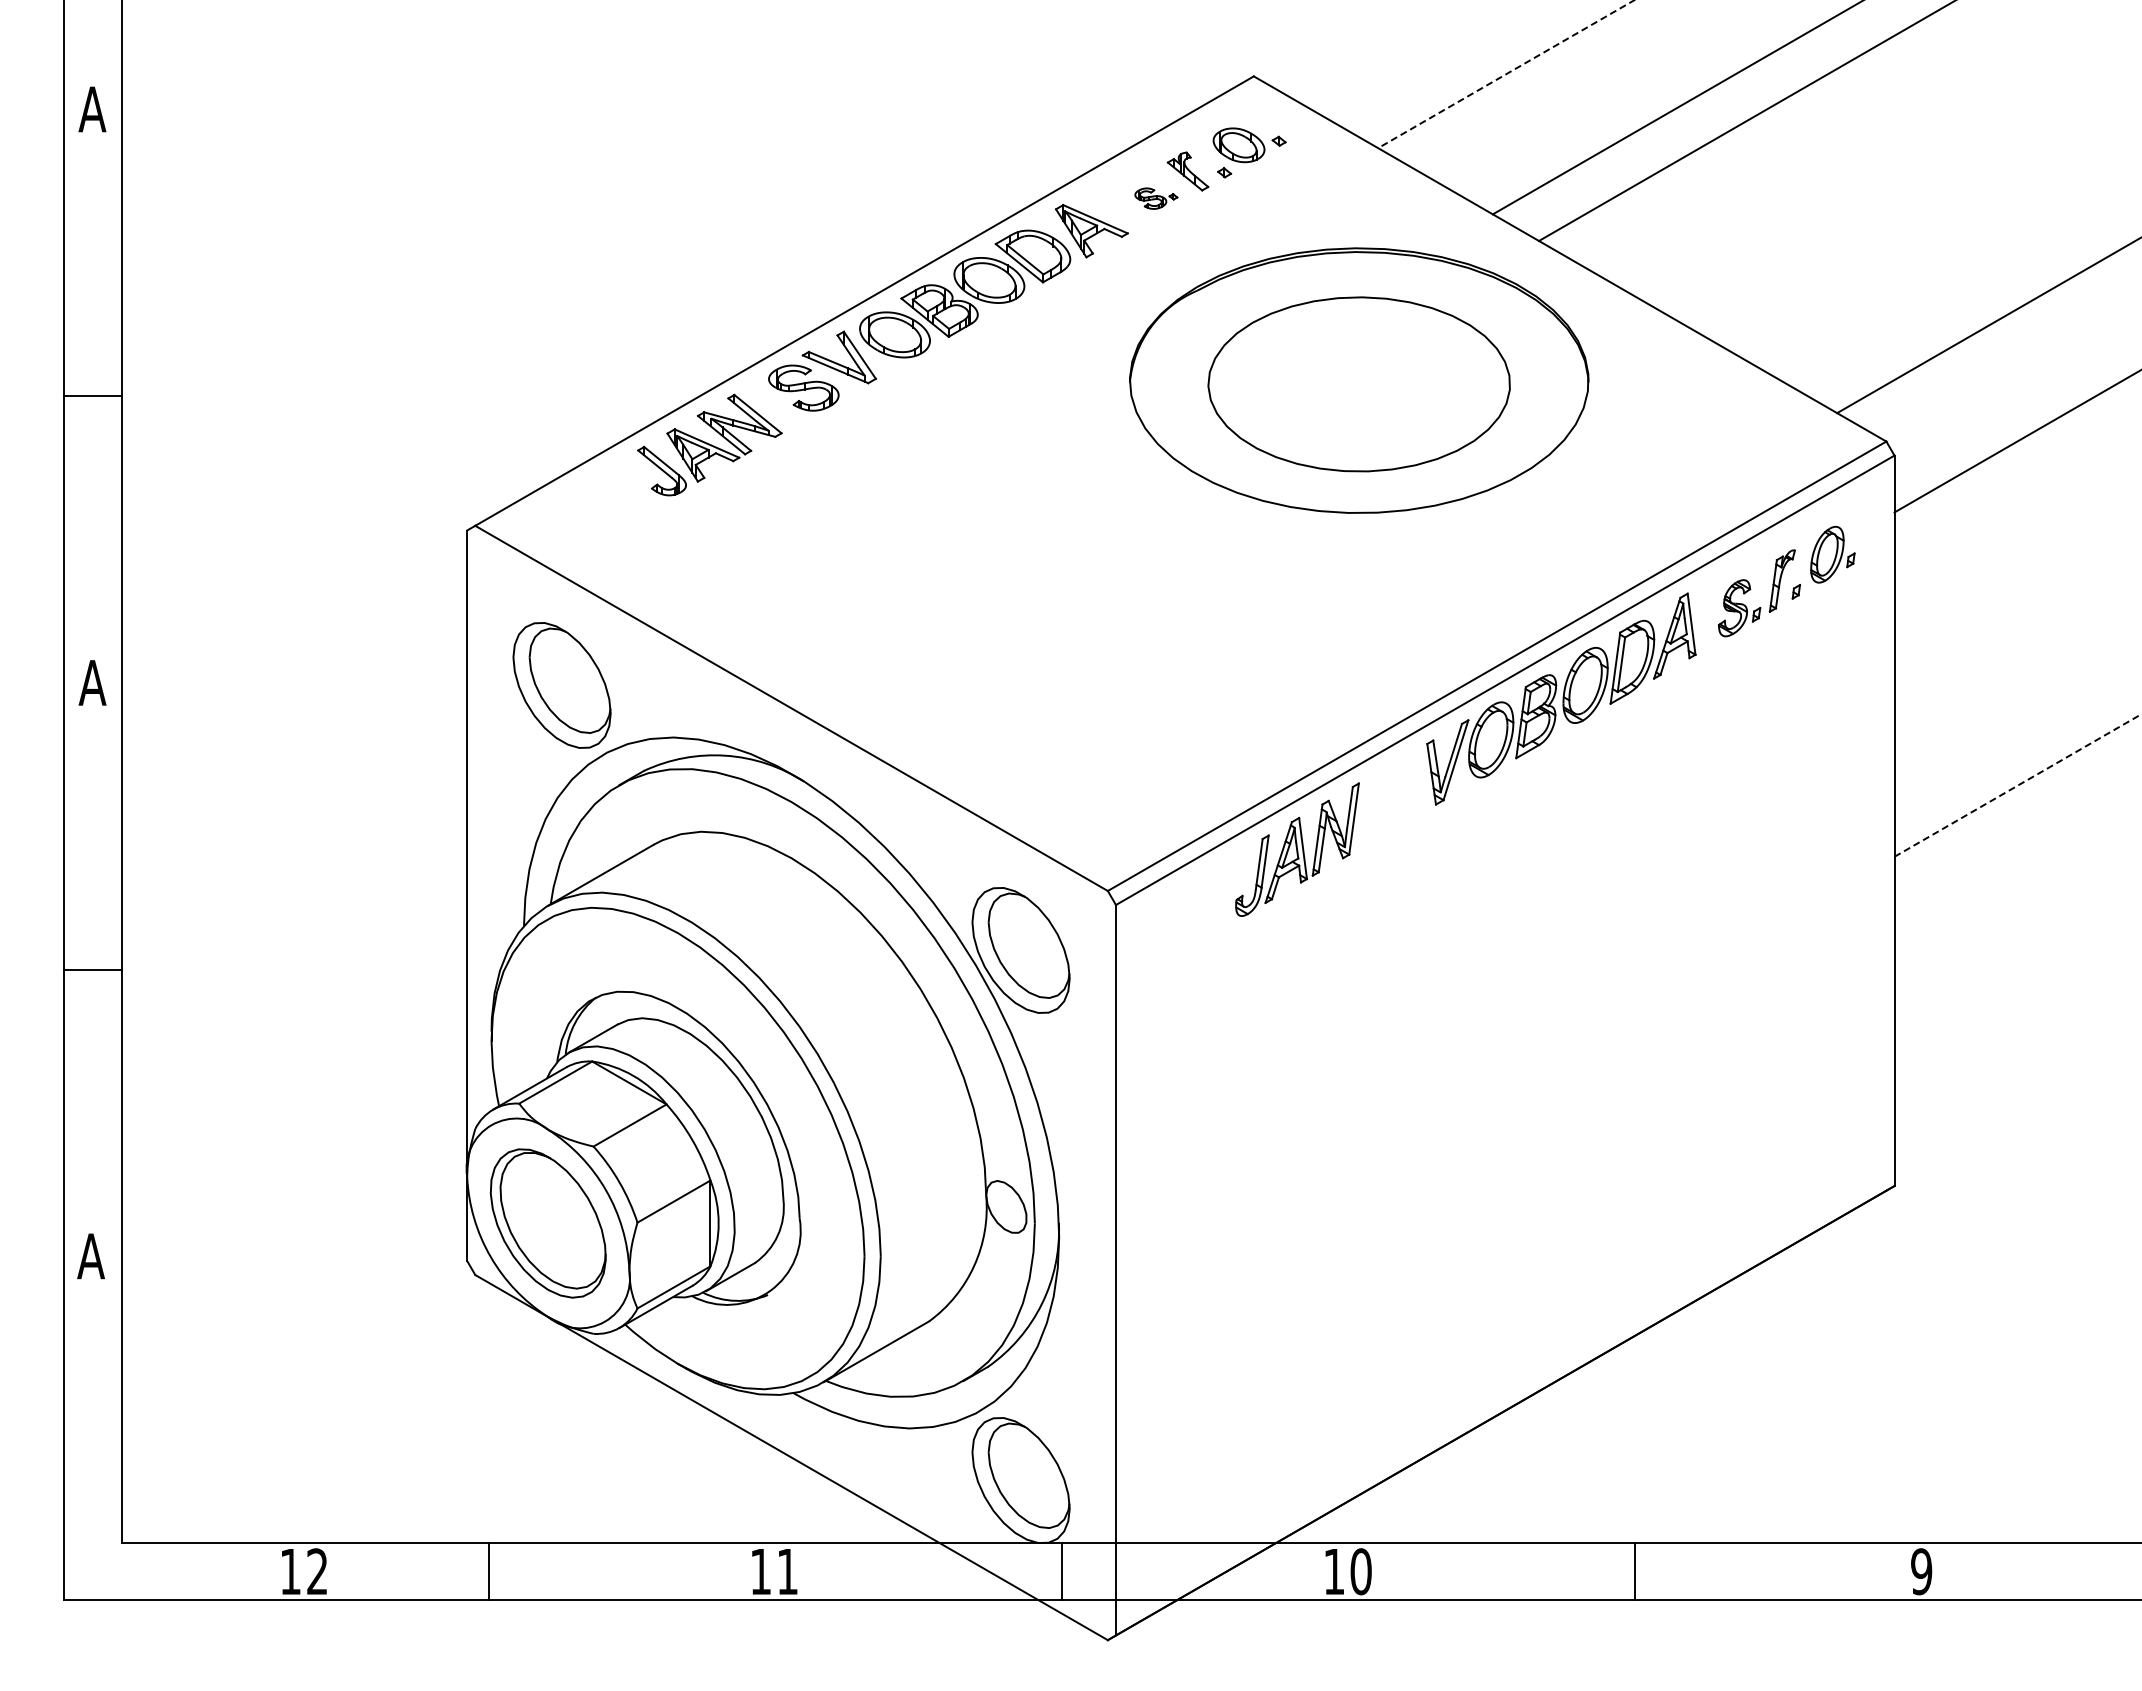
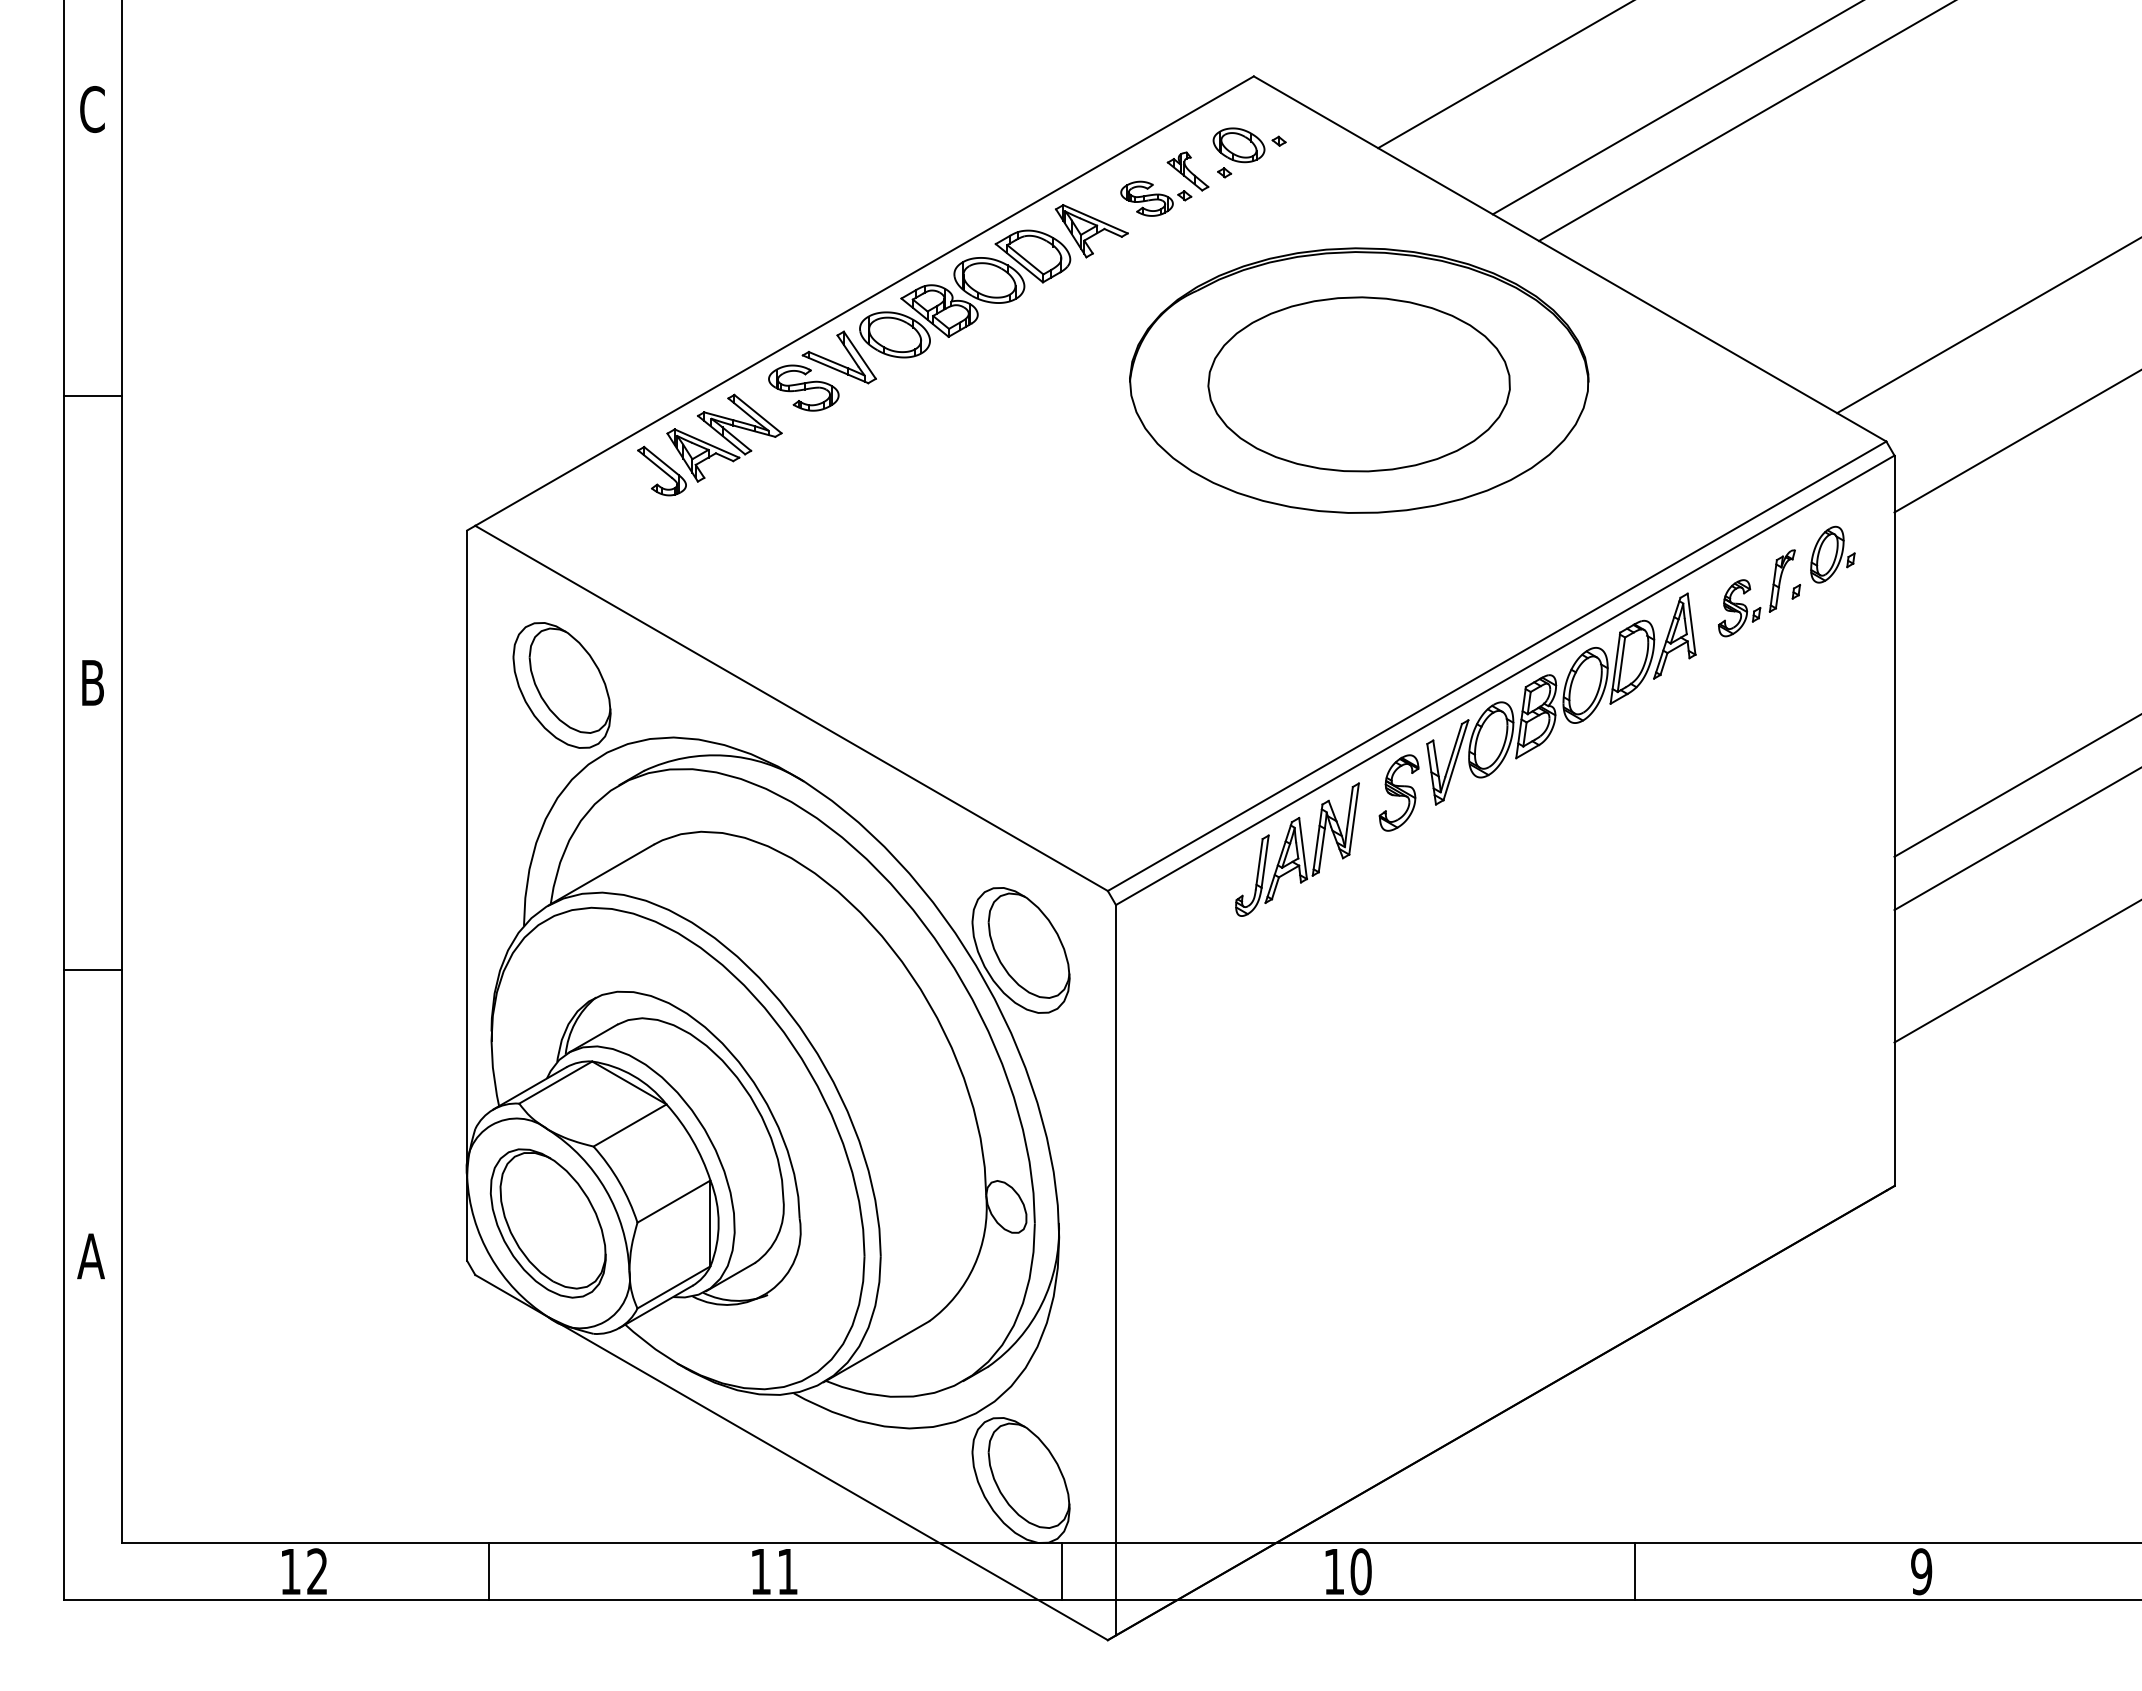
line at (1506, 74): dashed -> solid
text at (92, 109): A -> C
part at (1156, 198) size: 45x23 px -> 73x37 px
text at (92, 682): A -> B
line at (2018, 785): dashed -> solid
part at (1398, 792): none -> present
line at (2016, 839): none -> present
line at (2016, 971): none -> present
